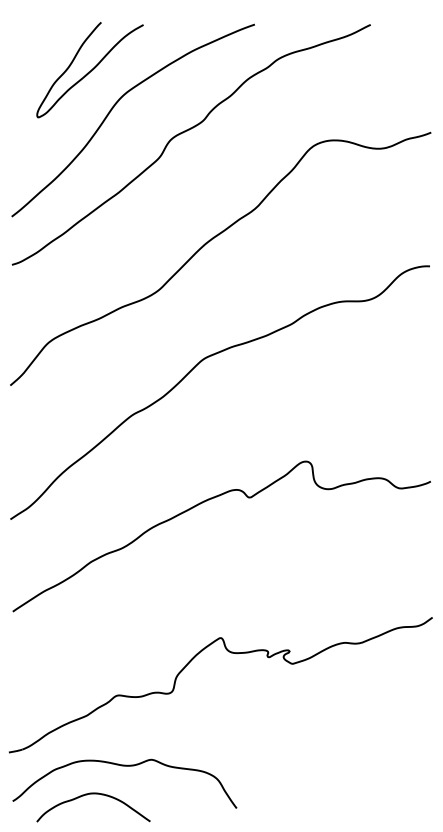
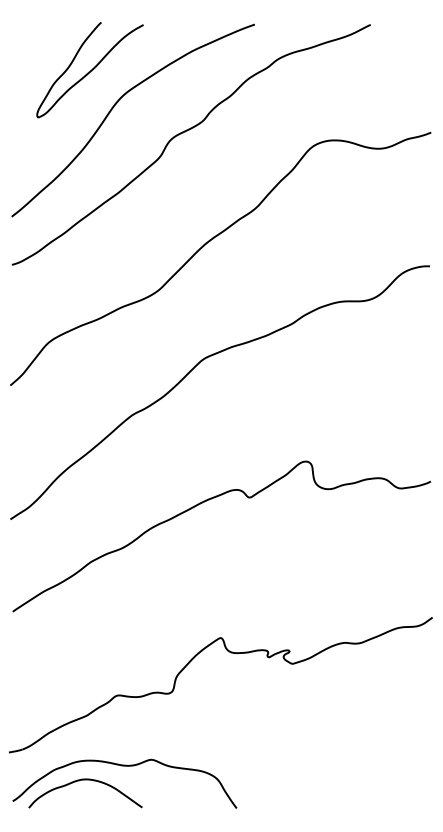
curve at (93, 794) position: (93, 794) -> (85, 780)
